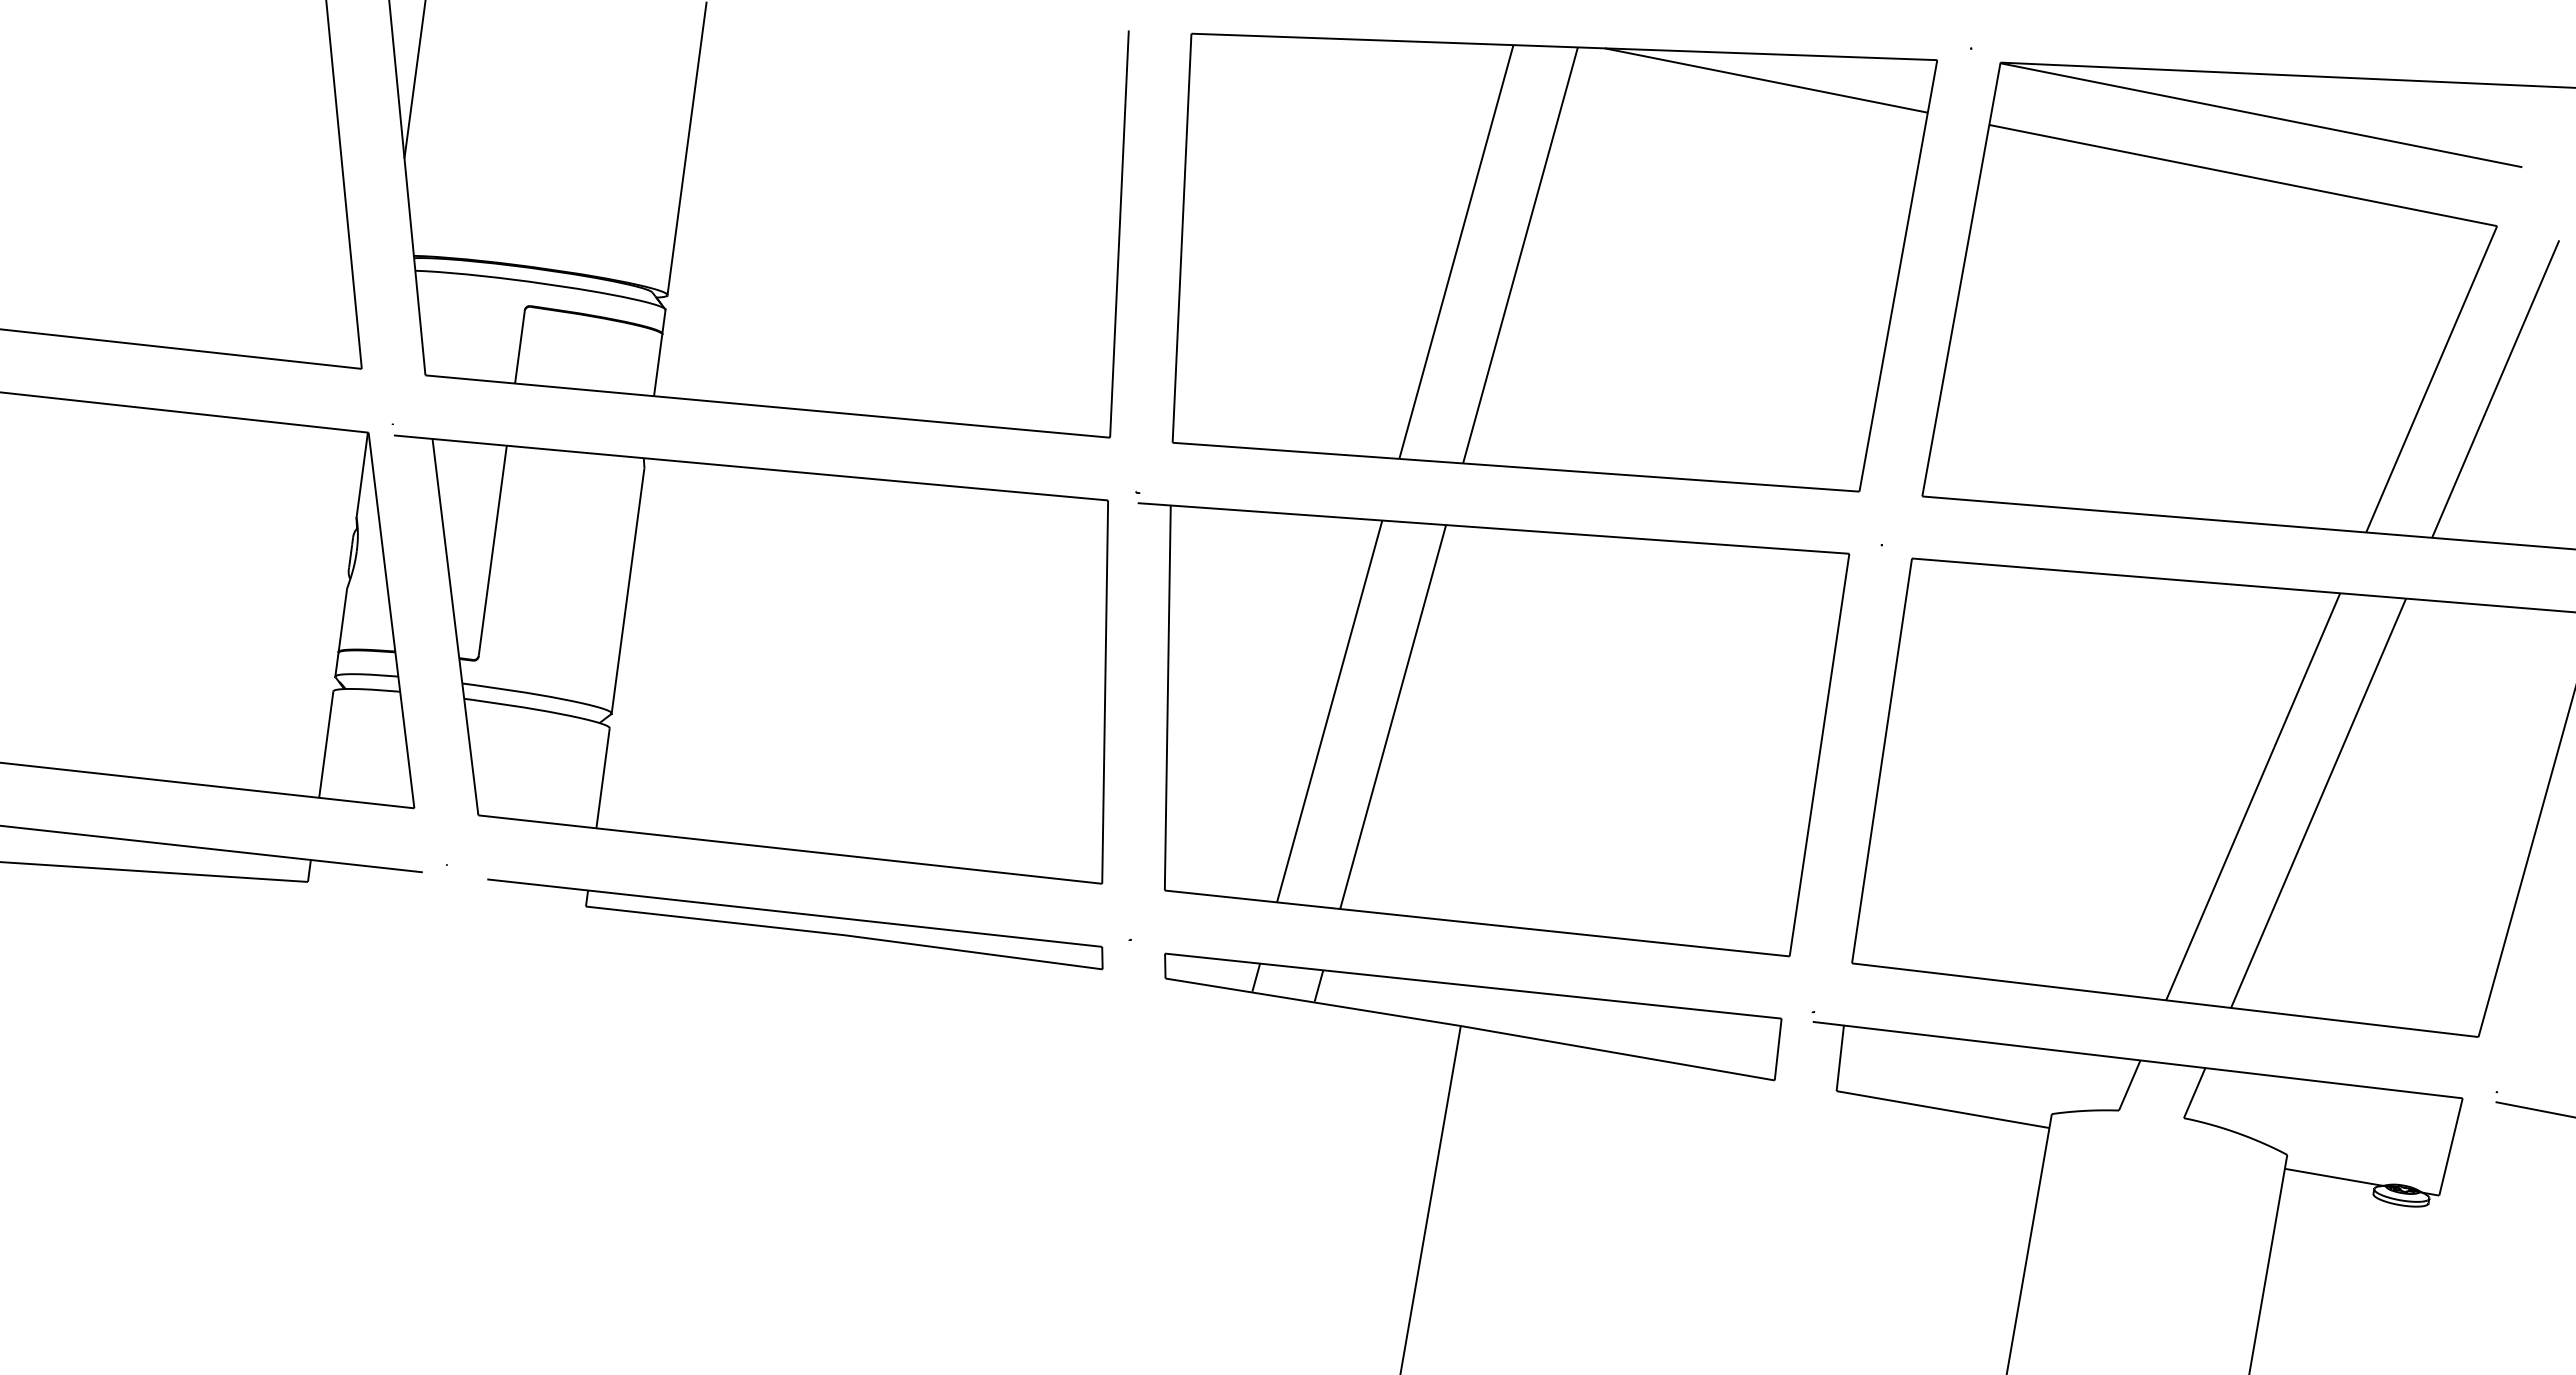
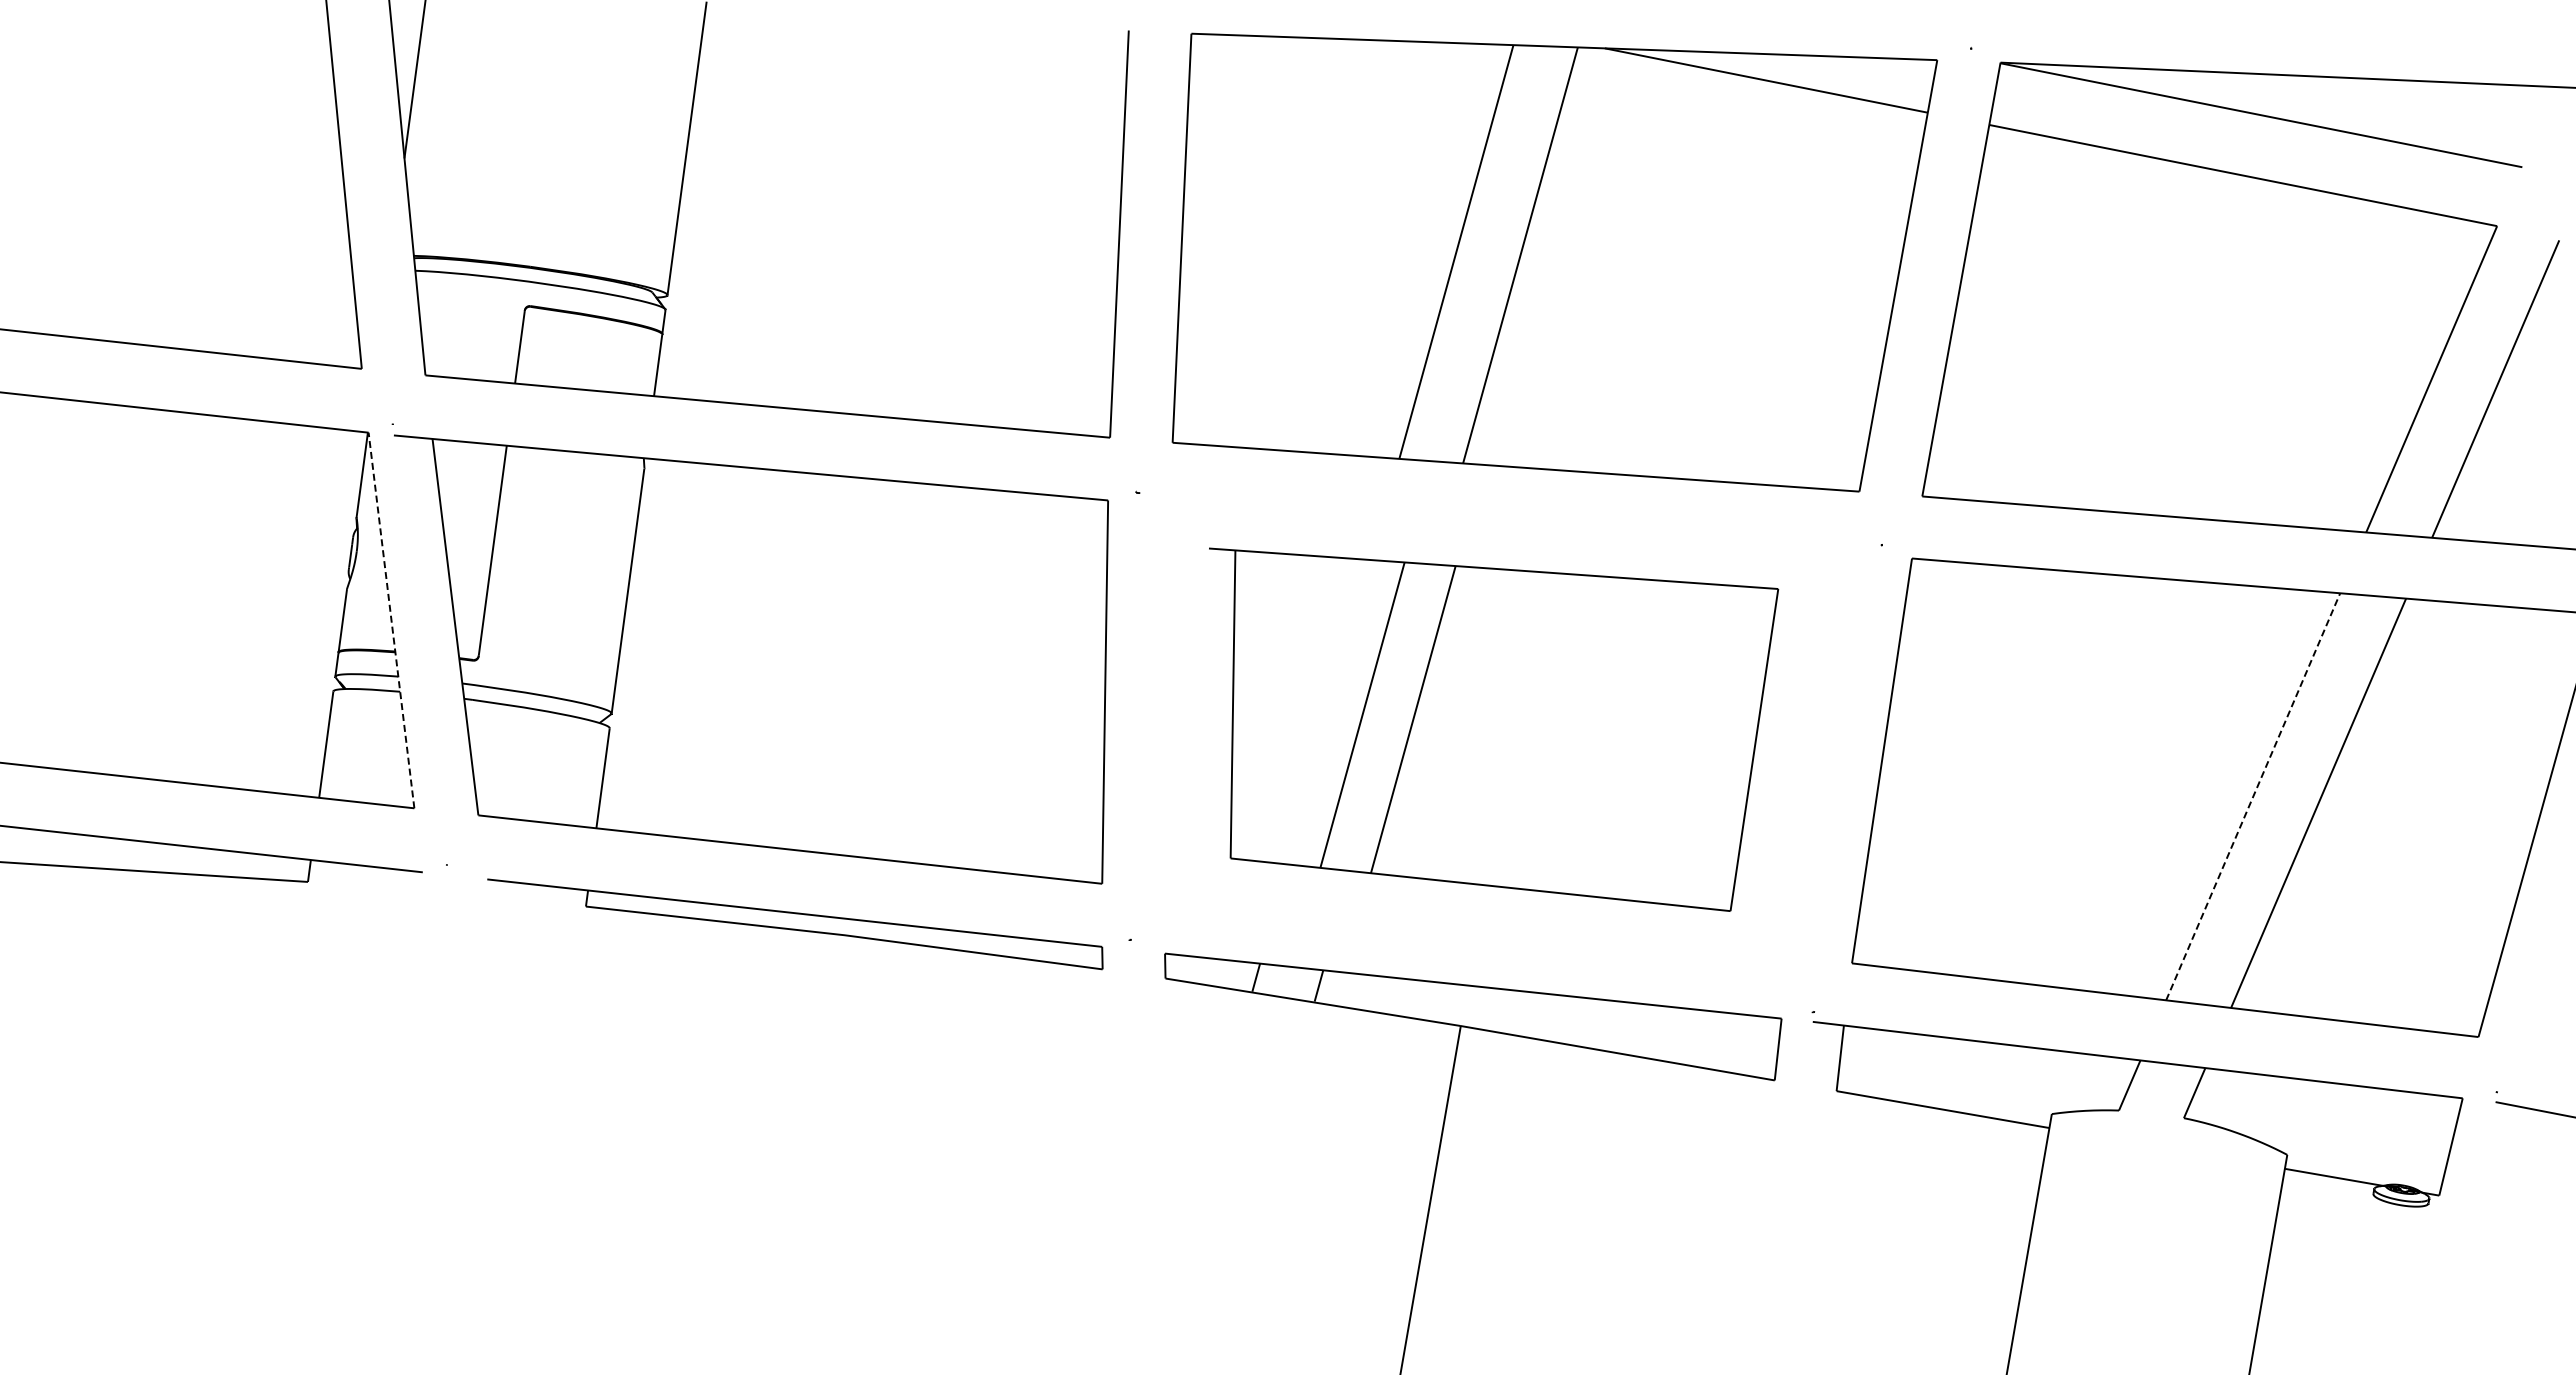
line at (391, 620): solid -> dashed
part at (1493, 729) size: 714x456 px -> 571x365 px
line at (2253, 796): solid -> dashed
